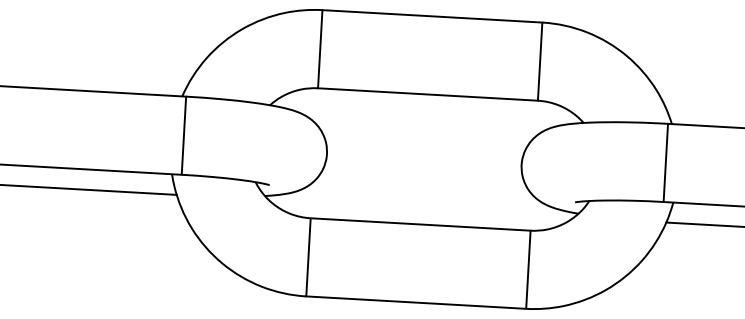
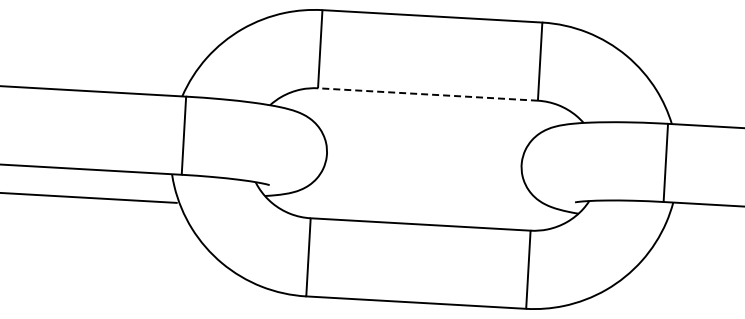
line at (427, 94): solid -> dashed
line at (89, 189) position: (89, 189) -> (89, 197)
line at (703, 224): present -> none
